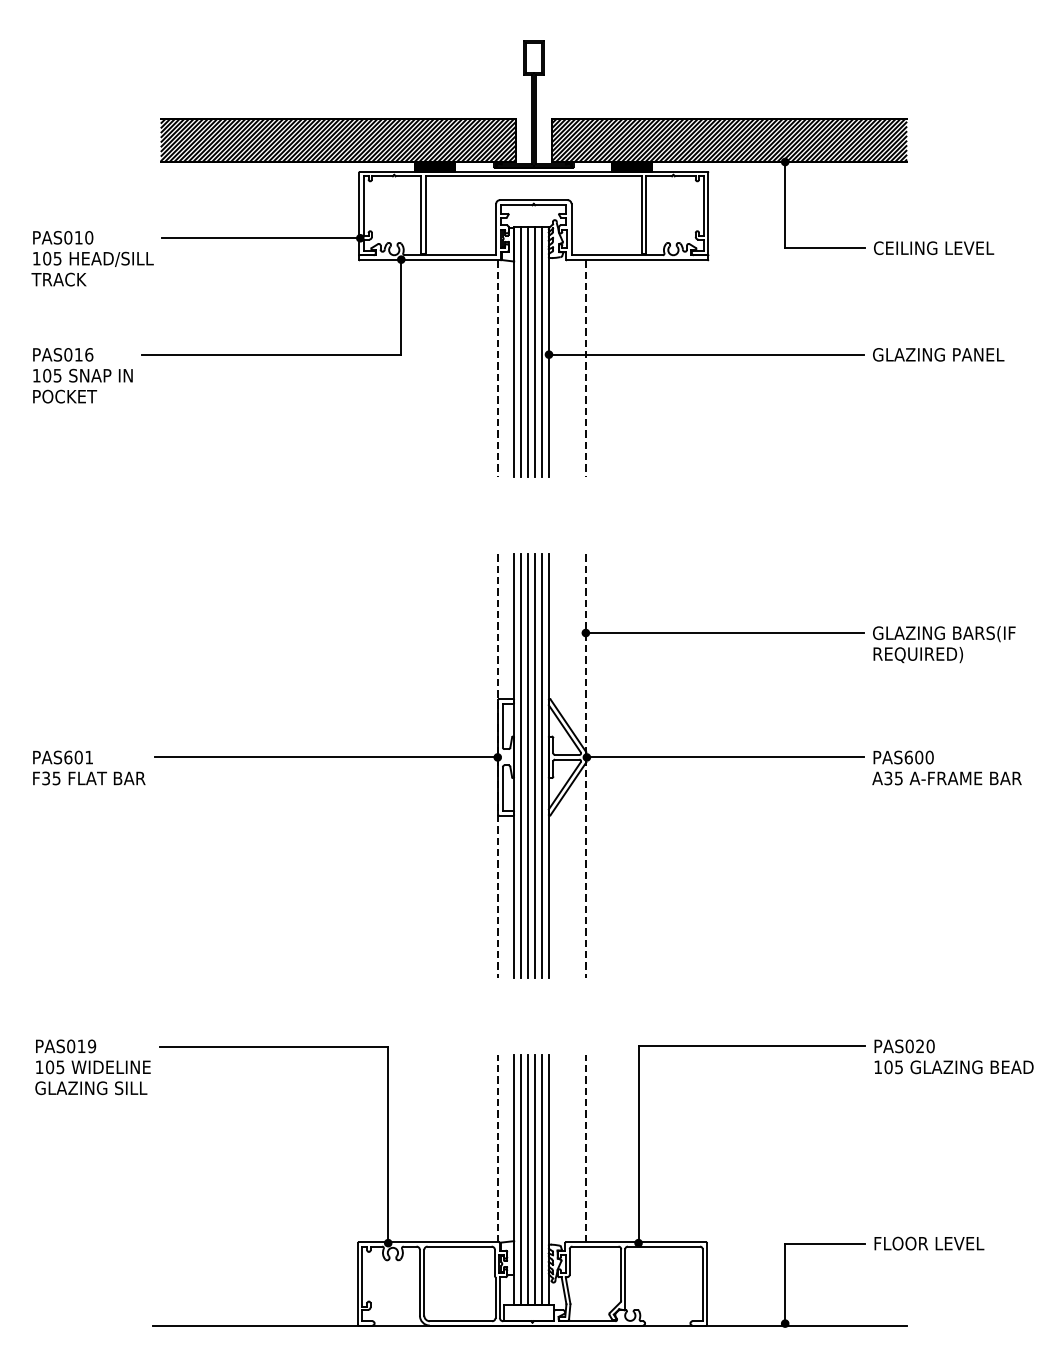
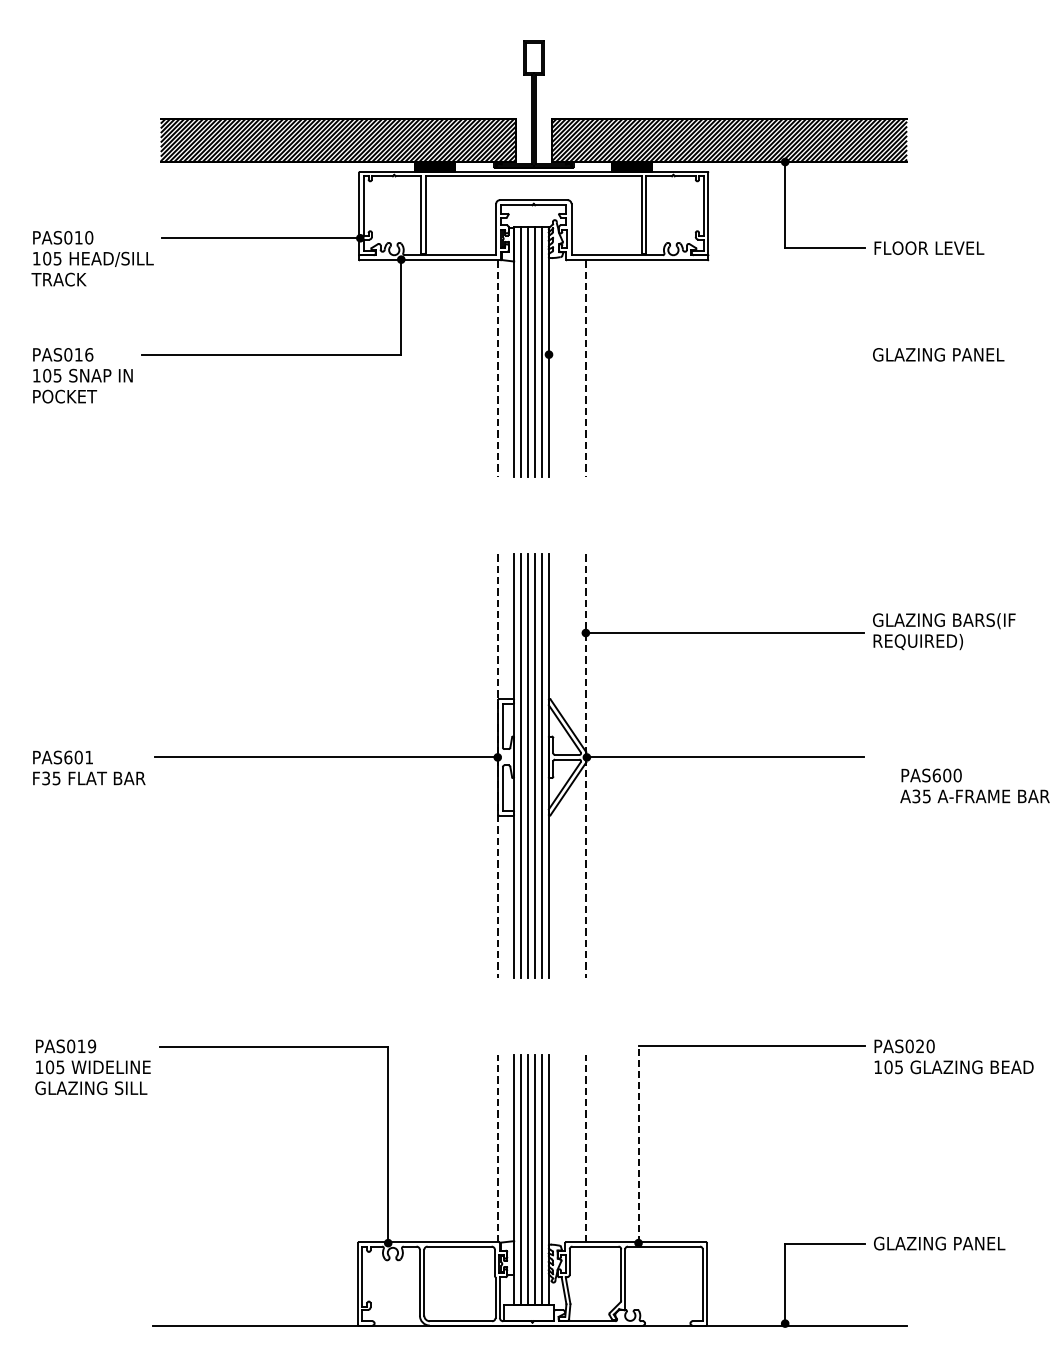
text at (934, 248): CEILING LEVEL -> FLOOR LEVEL
line at (706, 354): present -> none
text at (944, 644) position: (944, 644) -> (944, 631)
text at (946, 767) position: (946, 767) -> (974, 785)
line at (638, 1144): solid -> dashed
text at (939, 1243): FLOOR LEVEL -> GLAZING PANEL
